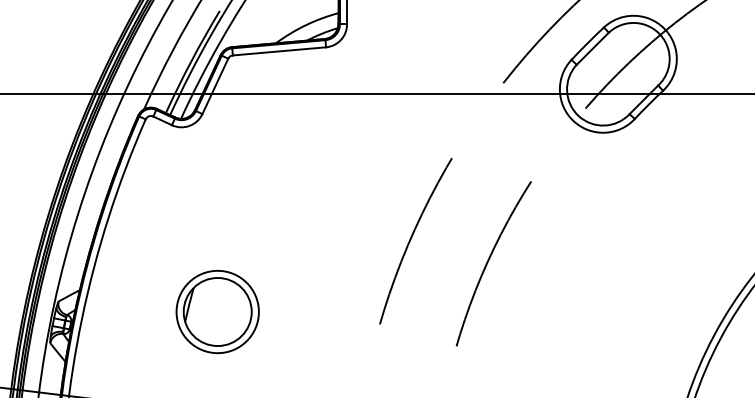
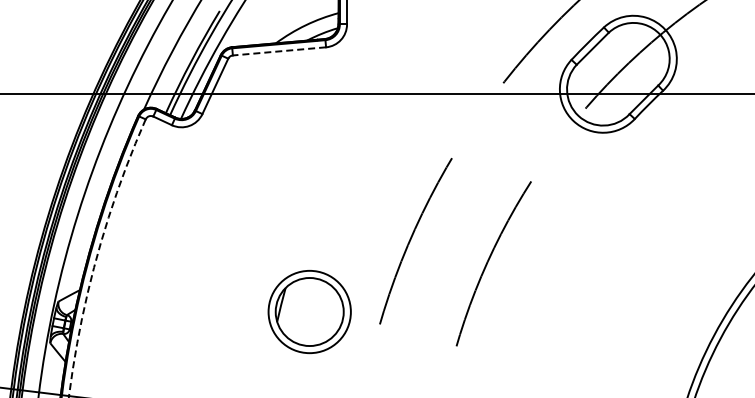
line at (279, 51): solid -> dashed
arc at (97, 254): solid -> dashed
part at (217, 312) position: (217, 312) -> (309, 312)
